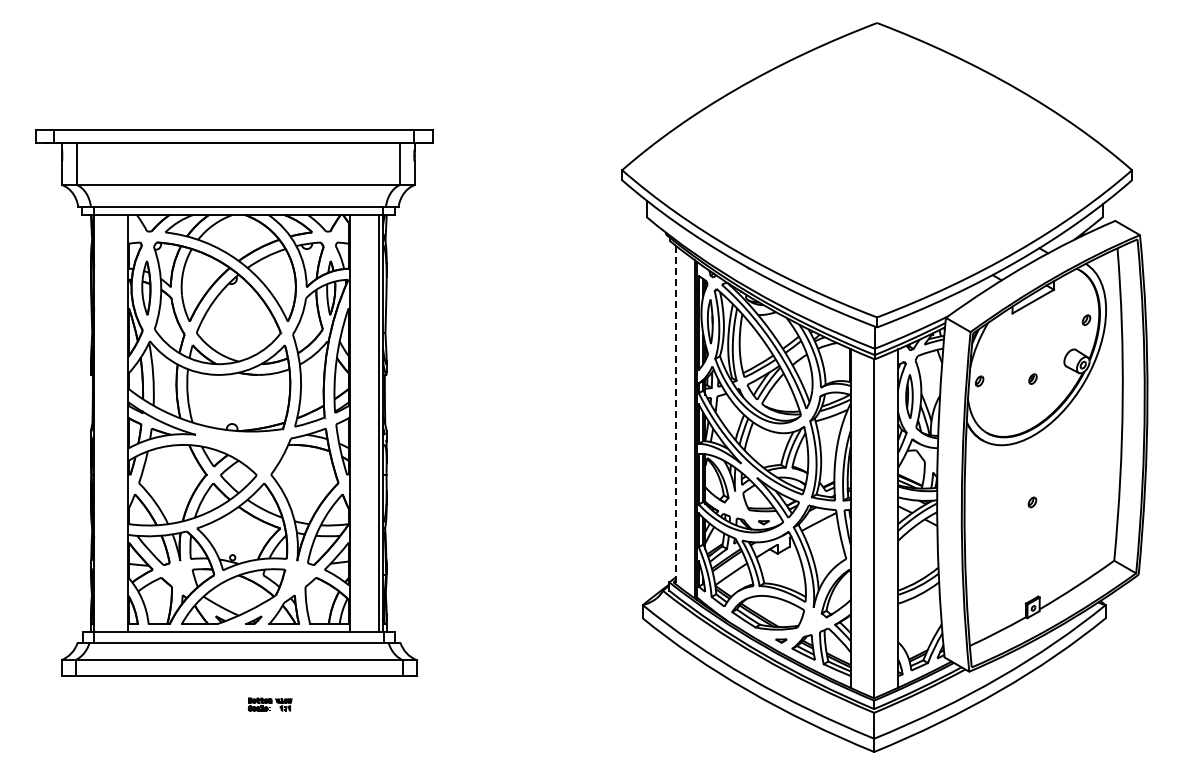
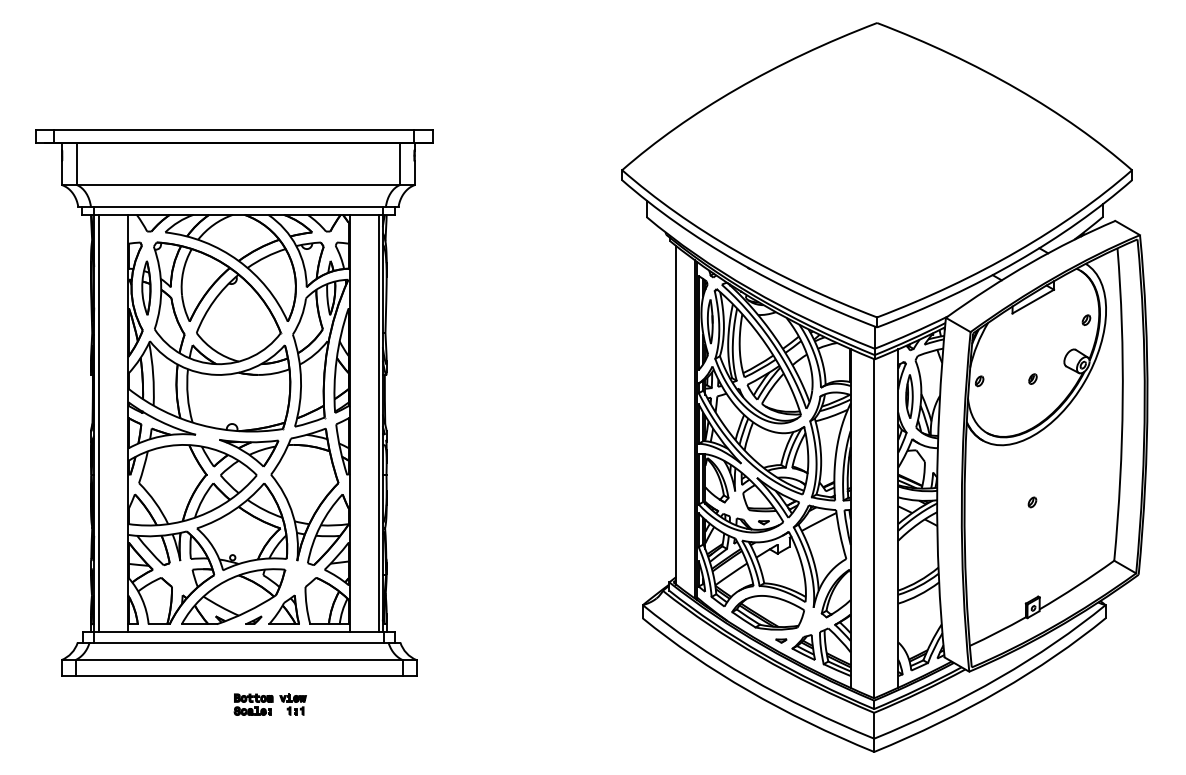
line at (676, 415): dashed -> solid
line at (98, 423): none -> present
part at (249, 453): none -> present
part at (269, 704) size: 46x15 px -> 74x23 px
